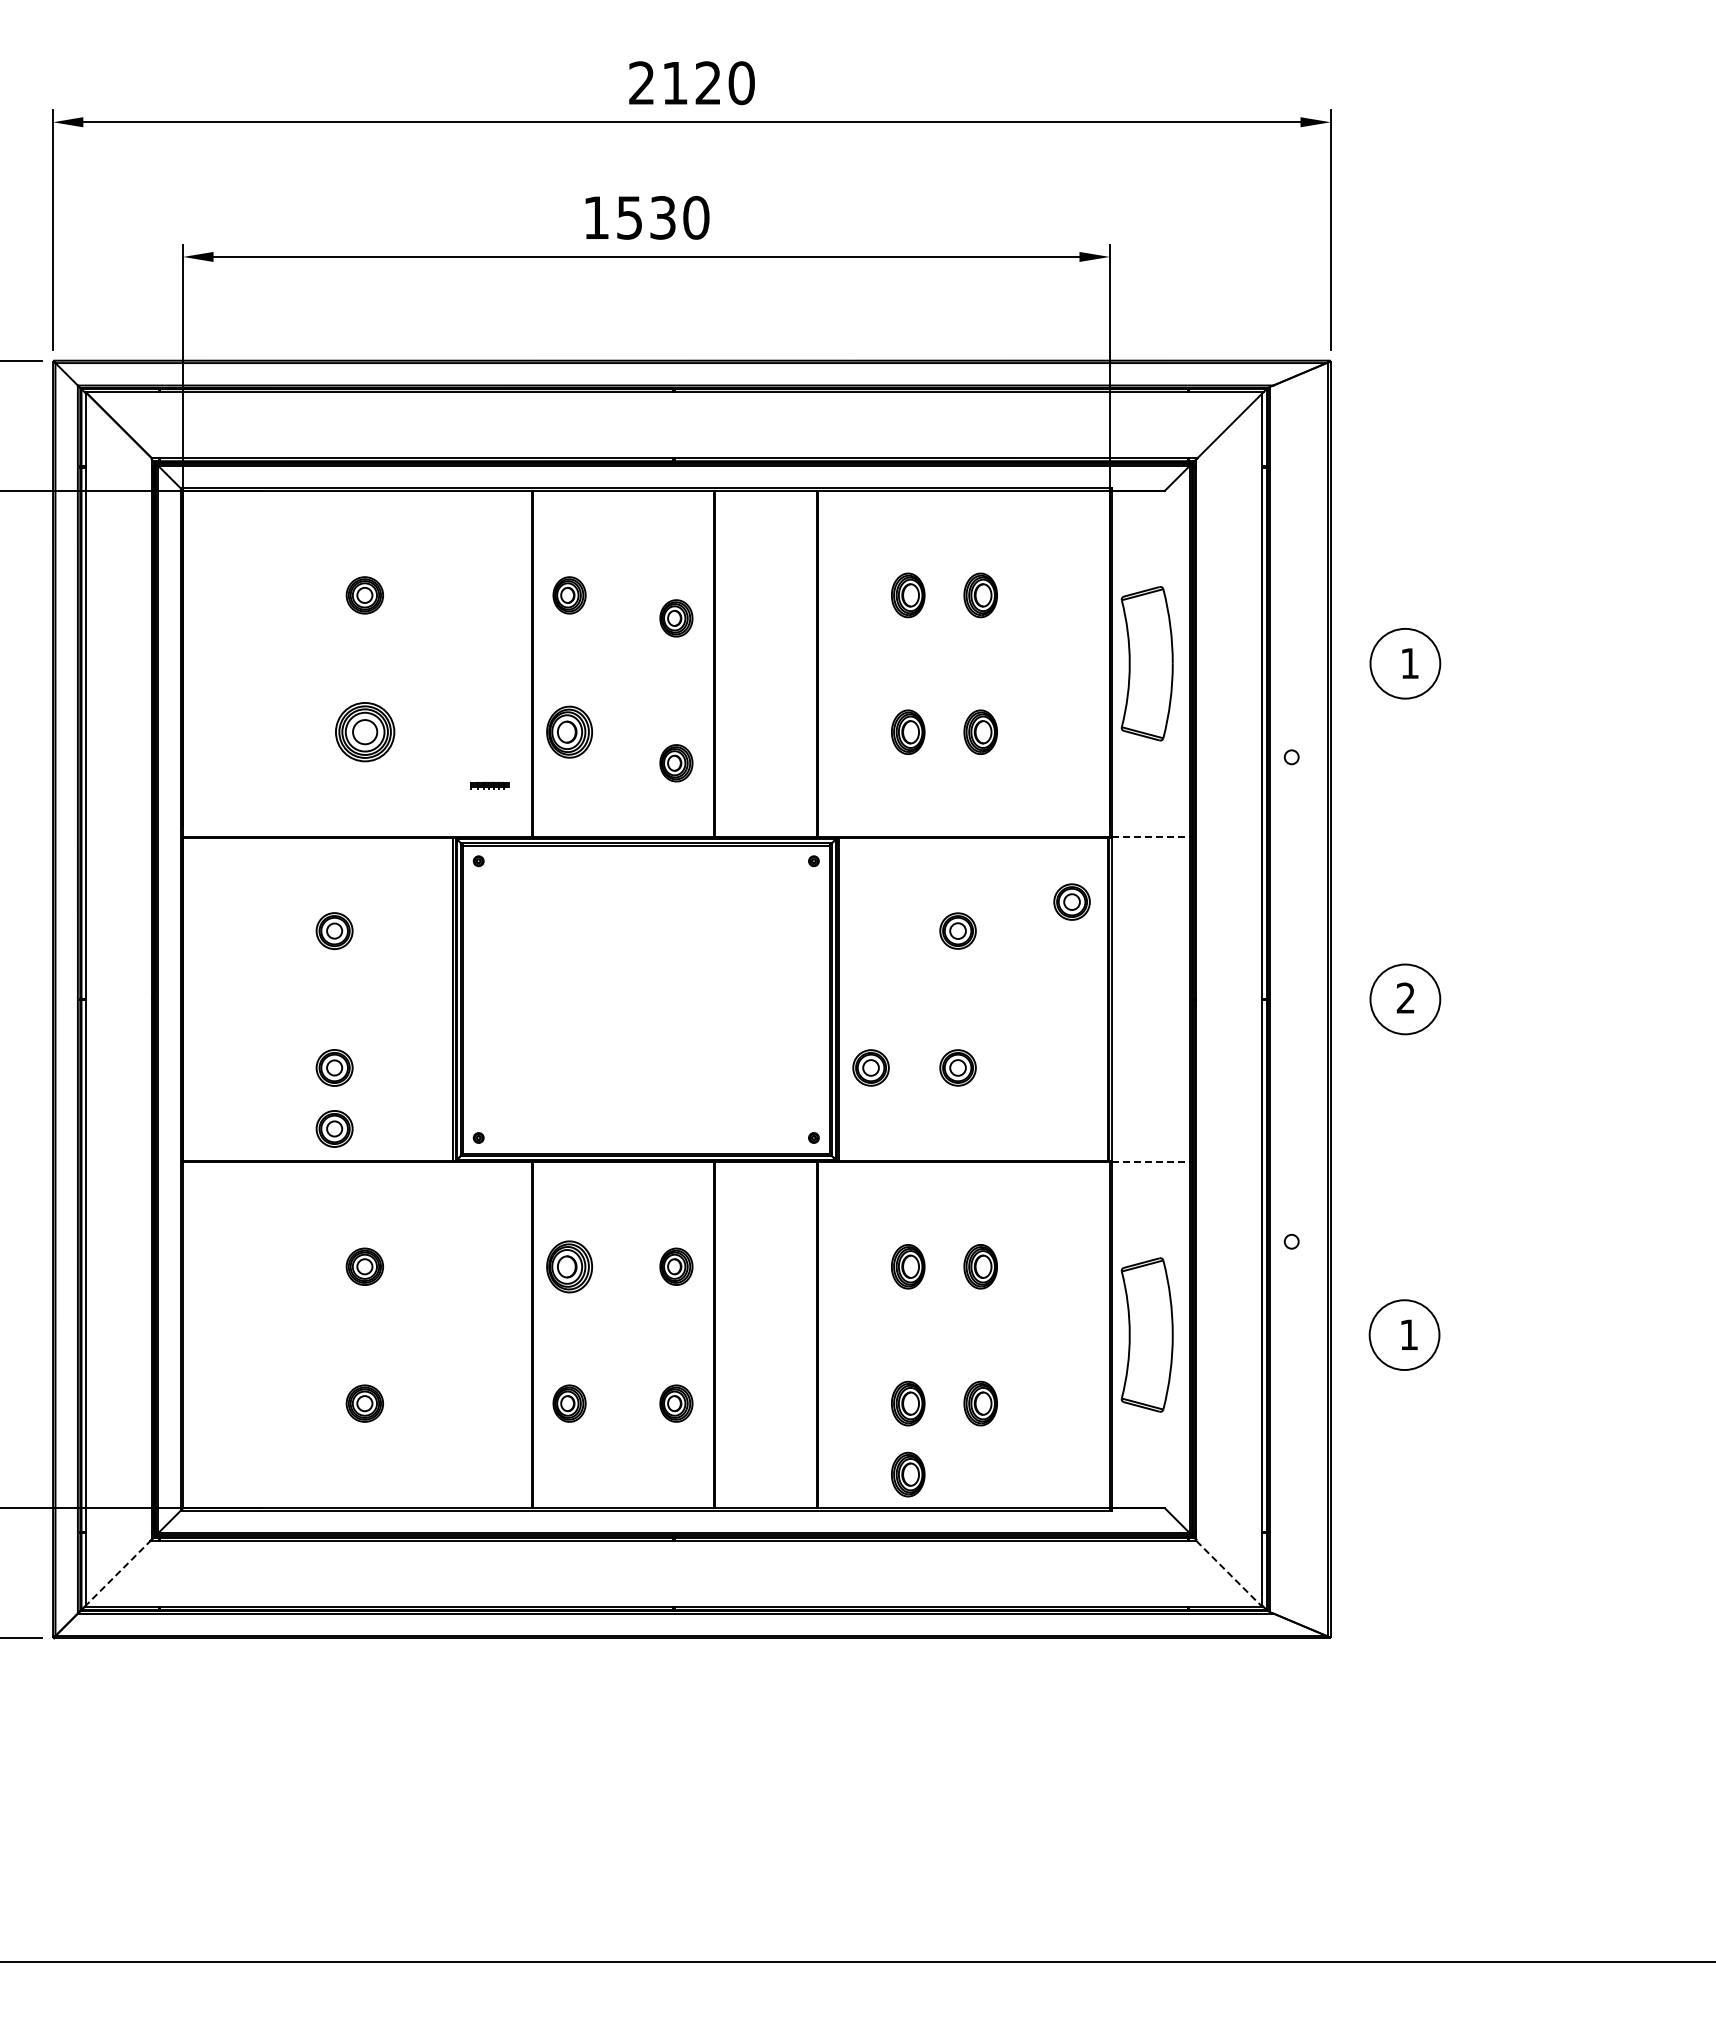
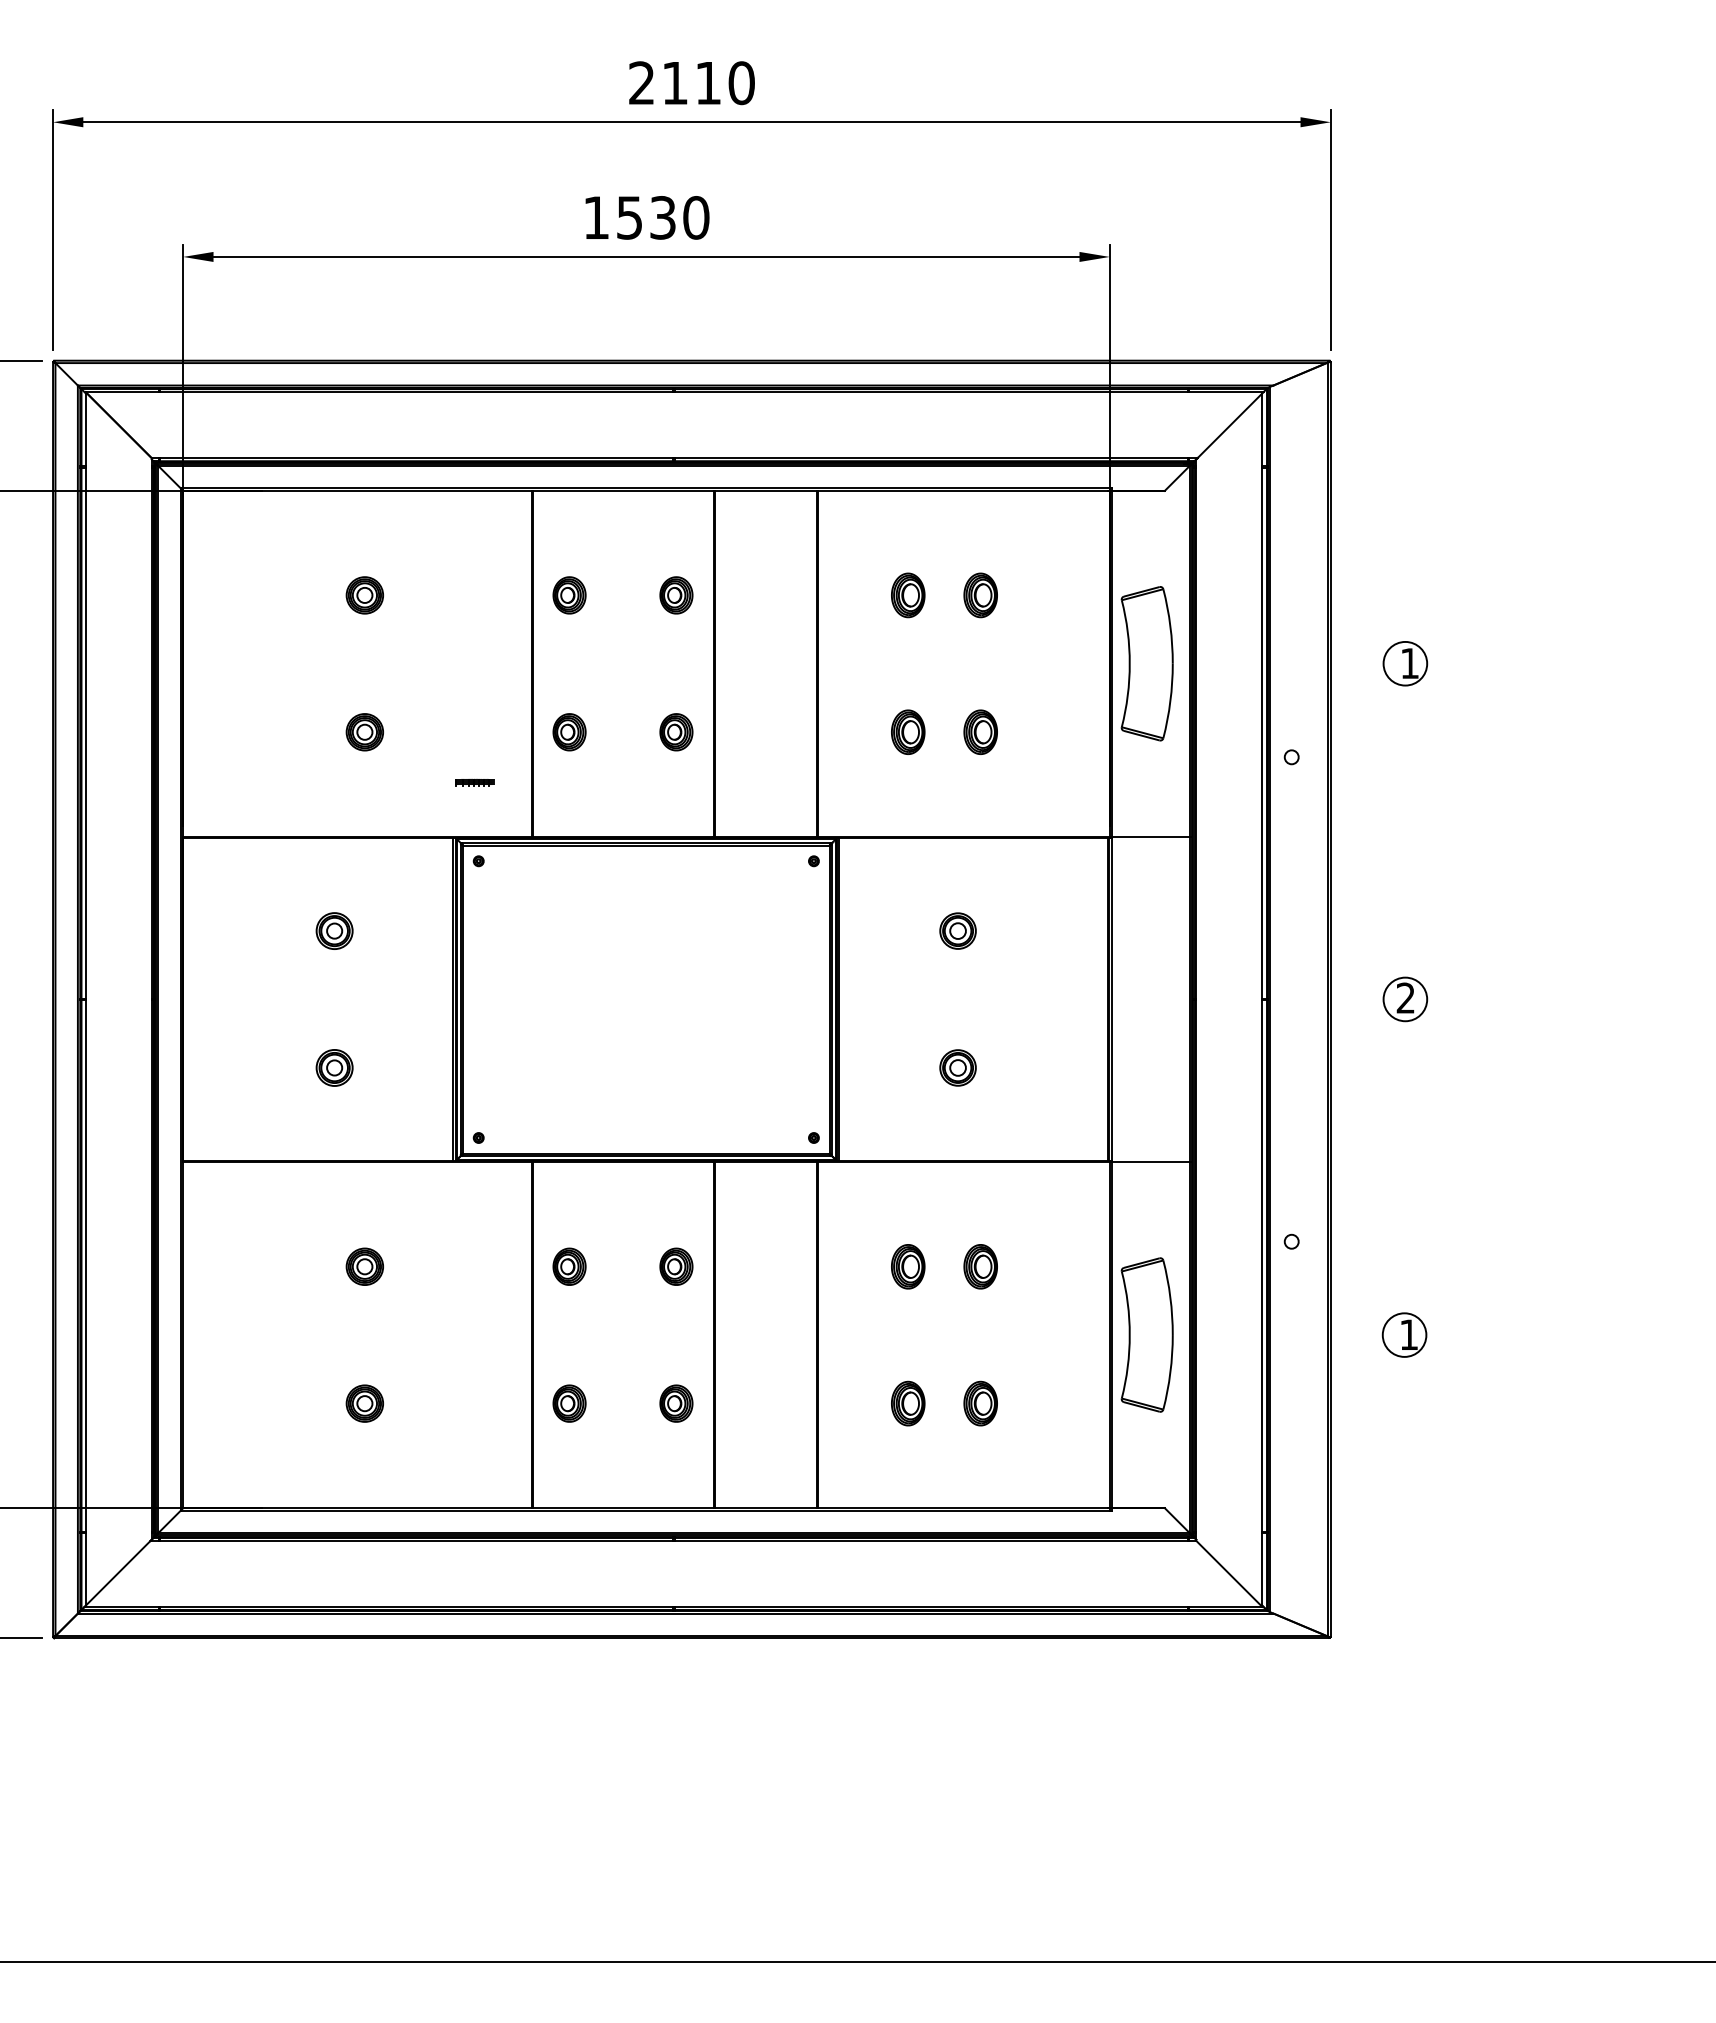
text at (707, 82): 2120 -> 2110
part at (676, 618) position: (676, 618) -> (676, 595)
circle at (1405, 663) diameter: 70 px -> 44 px
part at (569, 731) size: 47x54 px -> 35x39 px
part at (365, 732) size: 61x61 px -> 39x39 px
part at (676, 763) position: (676, 763) -> (676, 732)
part at (489, 785) position: (489, 785) -> (474, 782)
line at (1150, 836): dashed -> solid
part at (1071, 901): present -> none
circle at (1405, 999) diameter: 70 px -> 44 px
part at (870, 1067): present -> none
part at (334, 1128): present -> none
line at (1150, 1162): dashed -> solid
part at (569, 1266) size: 47x54 px -> 35x39 px
circle at (1404, 1335) diameter: 70 px -> 44 px
part at (908, 1474): present -> none
line at (117, 1573): dashed -> solid
line at (1229, 1573): dashed -> solid
